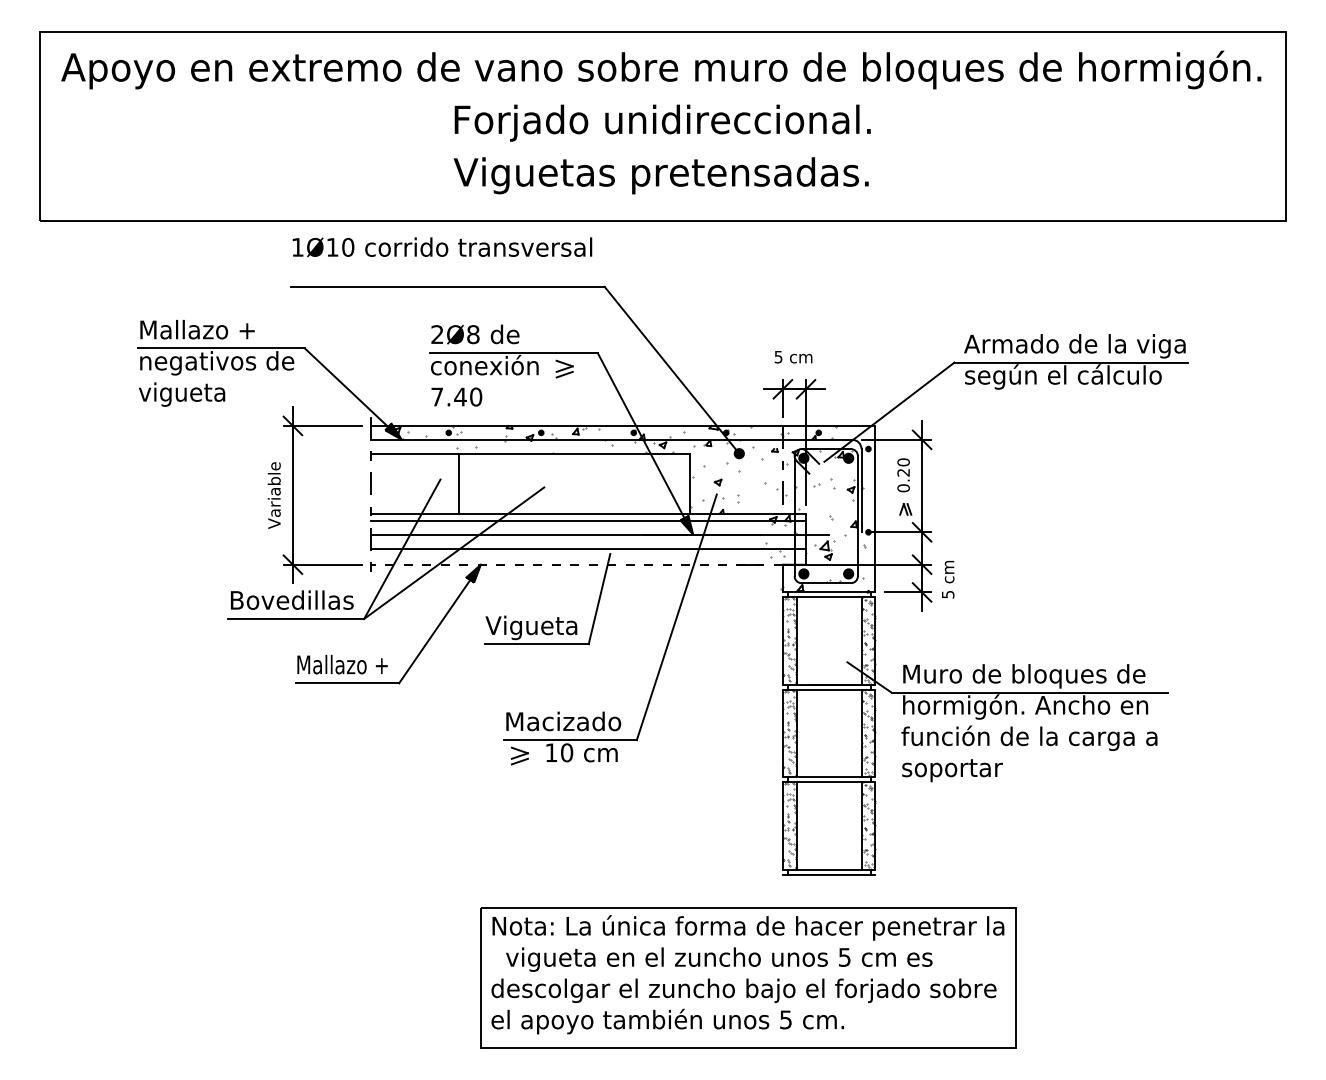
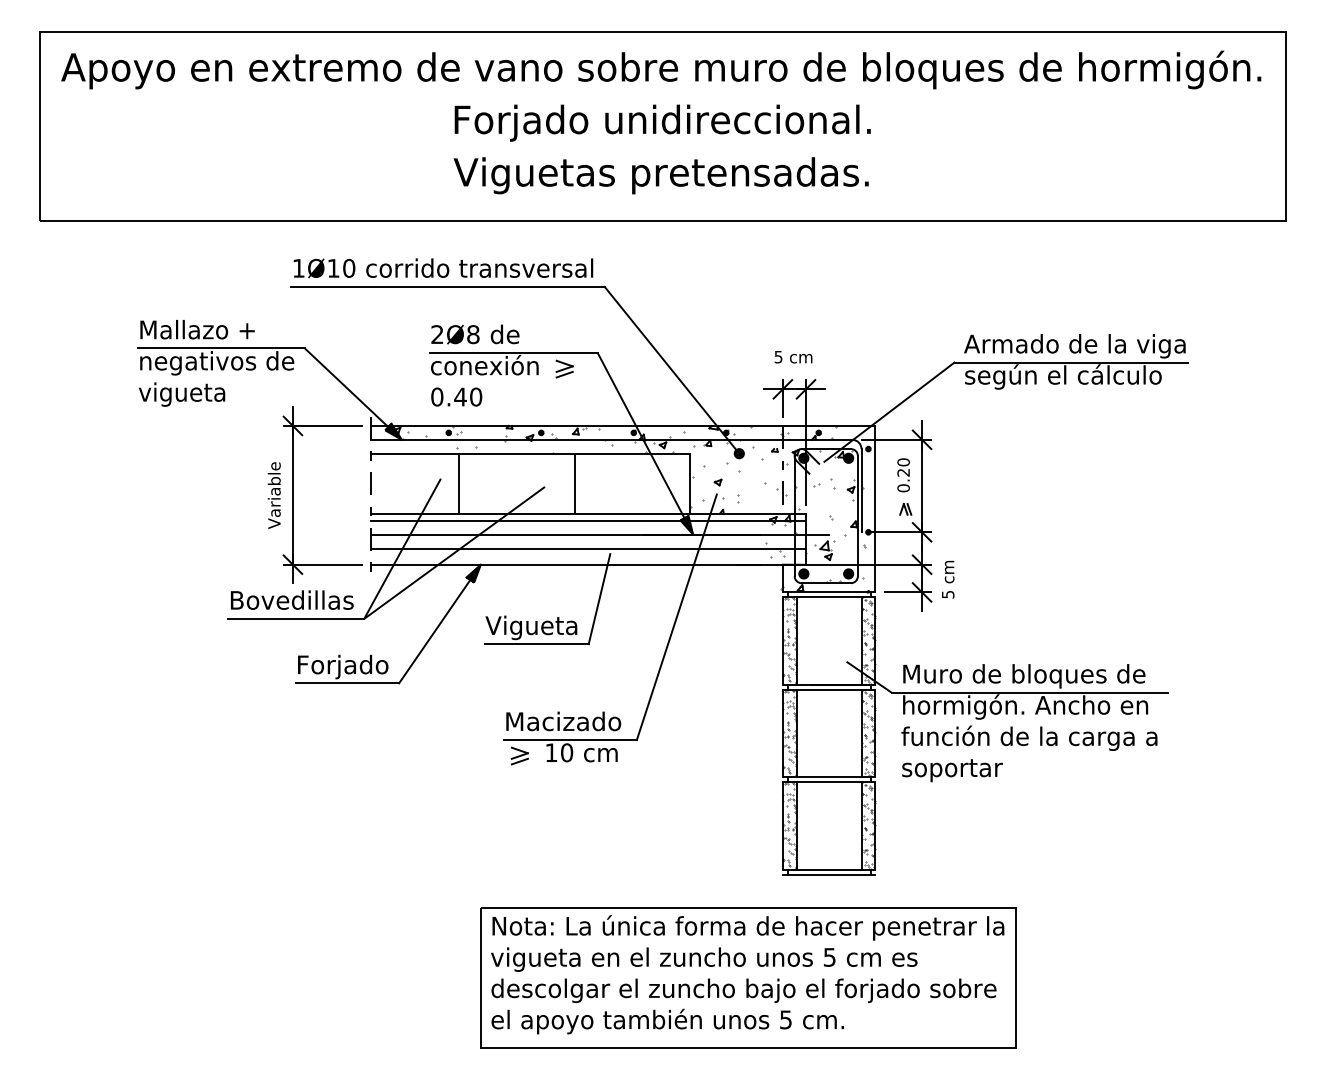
text at (442, 247) position: (442, 247) -> (443, 268)
text at (437, 396): 7.40 -> 0.40
line at (574, 483): none -> present
line at (577, 564): dashed -> solid
text at (342, 666): Mallazo + -> Forjado
text at (719, 959) position: (719, 959) -> (704, 959)
